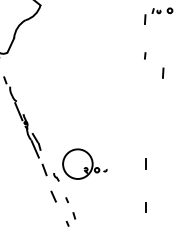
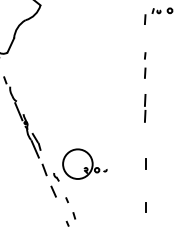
line at (163, 72) position: (163, 72) -> (145, 72)
line at (145, 106): none -> present
line at (53, 196) position: (53, 196) -> (53, 191)
